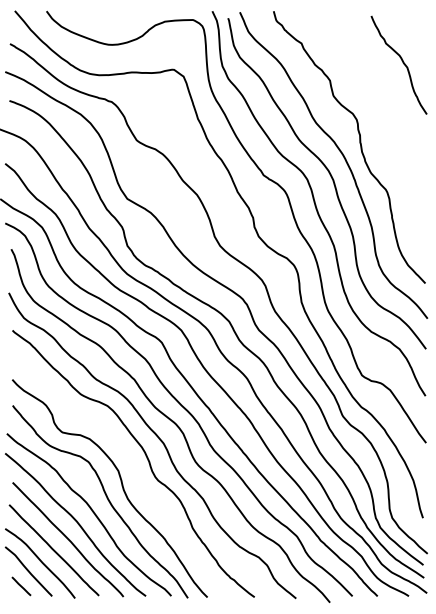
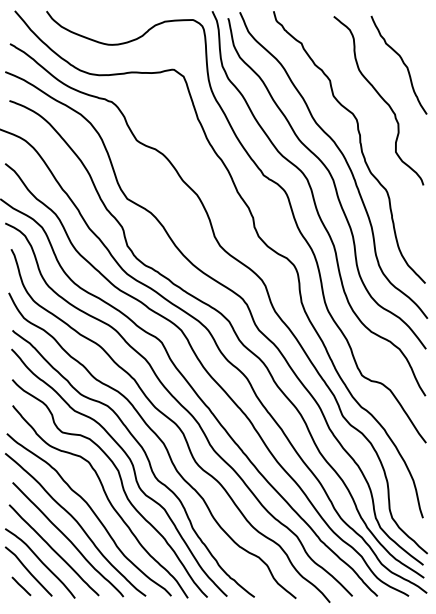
curve at (380, 97): none -> present
curve at (132, 468): none -> present
